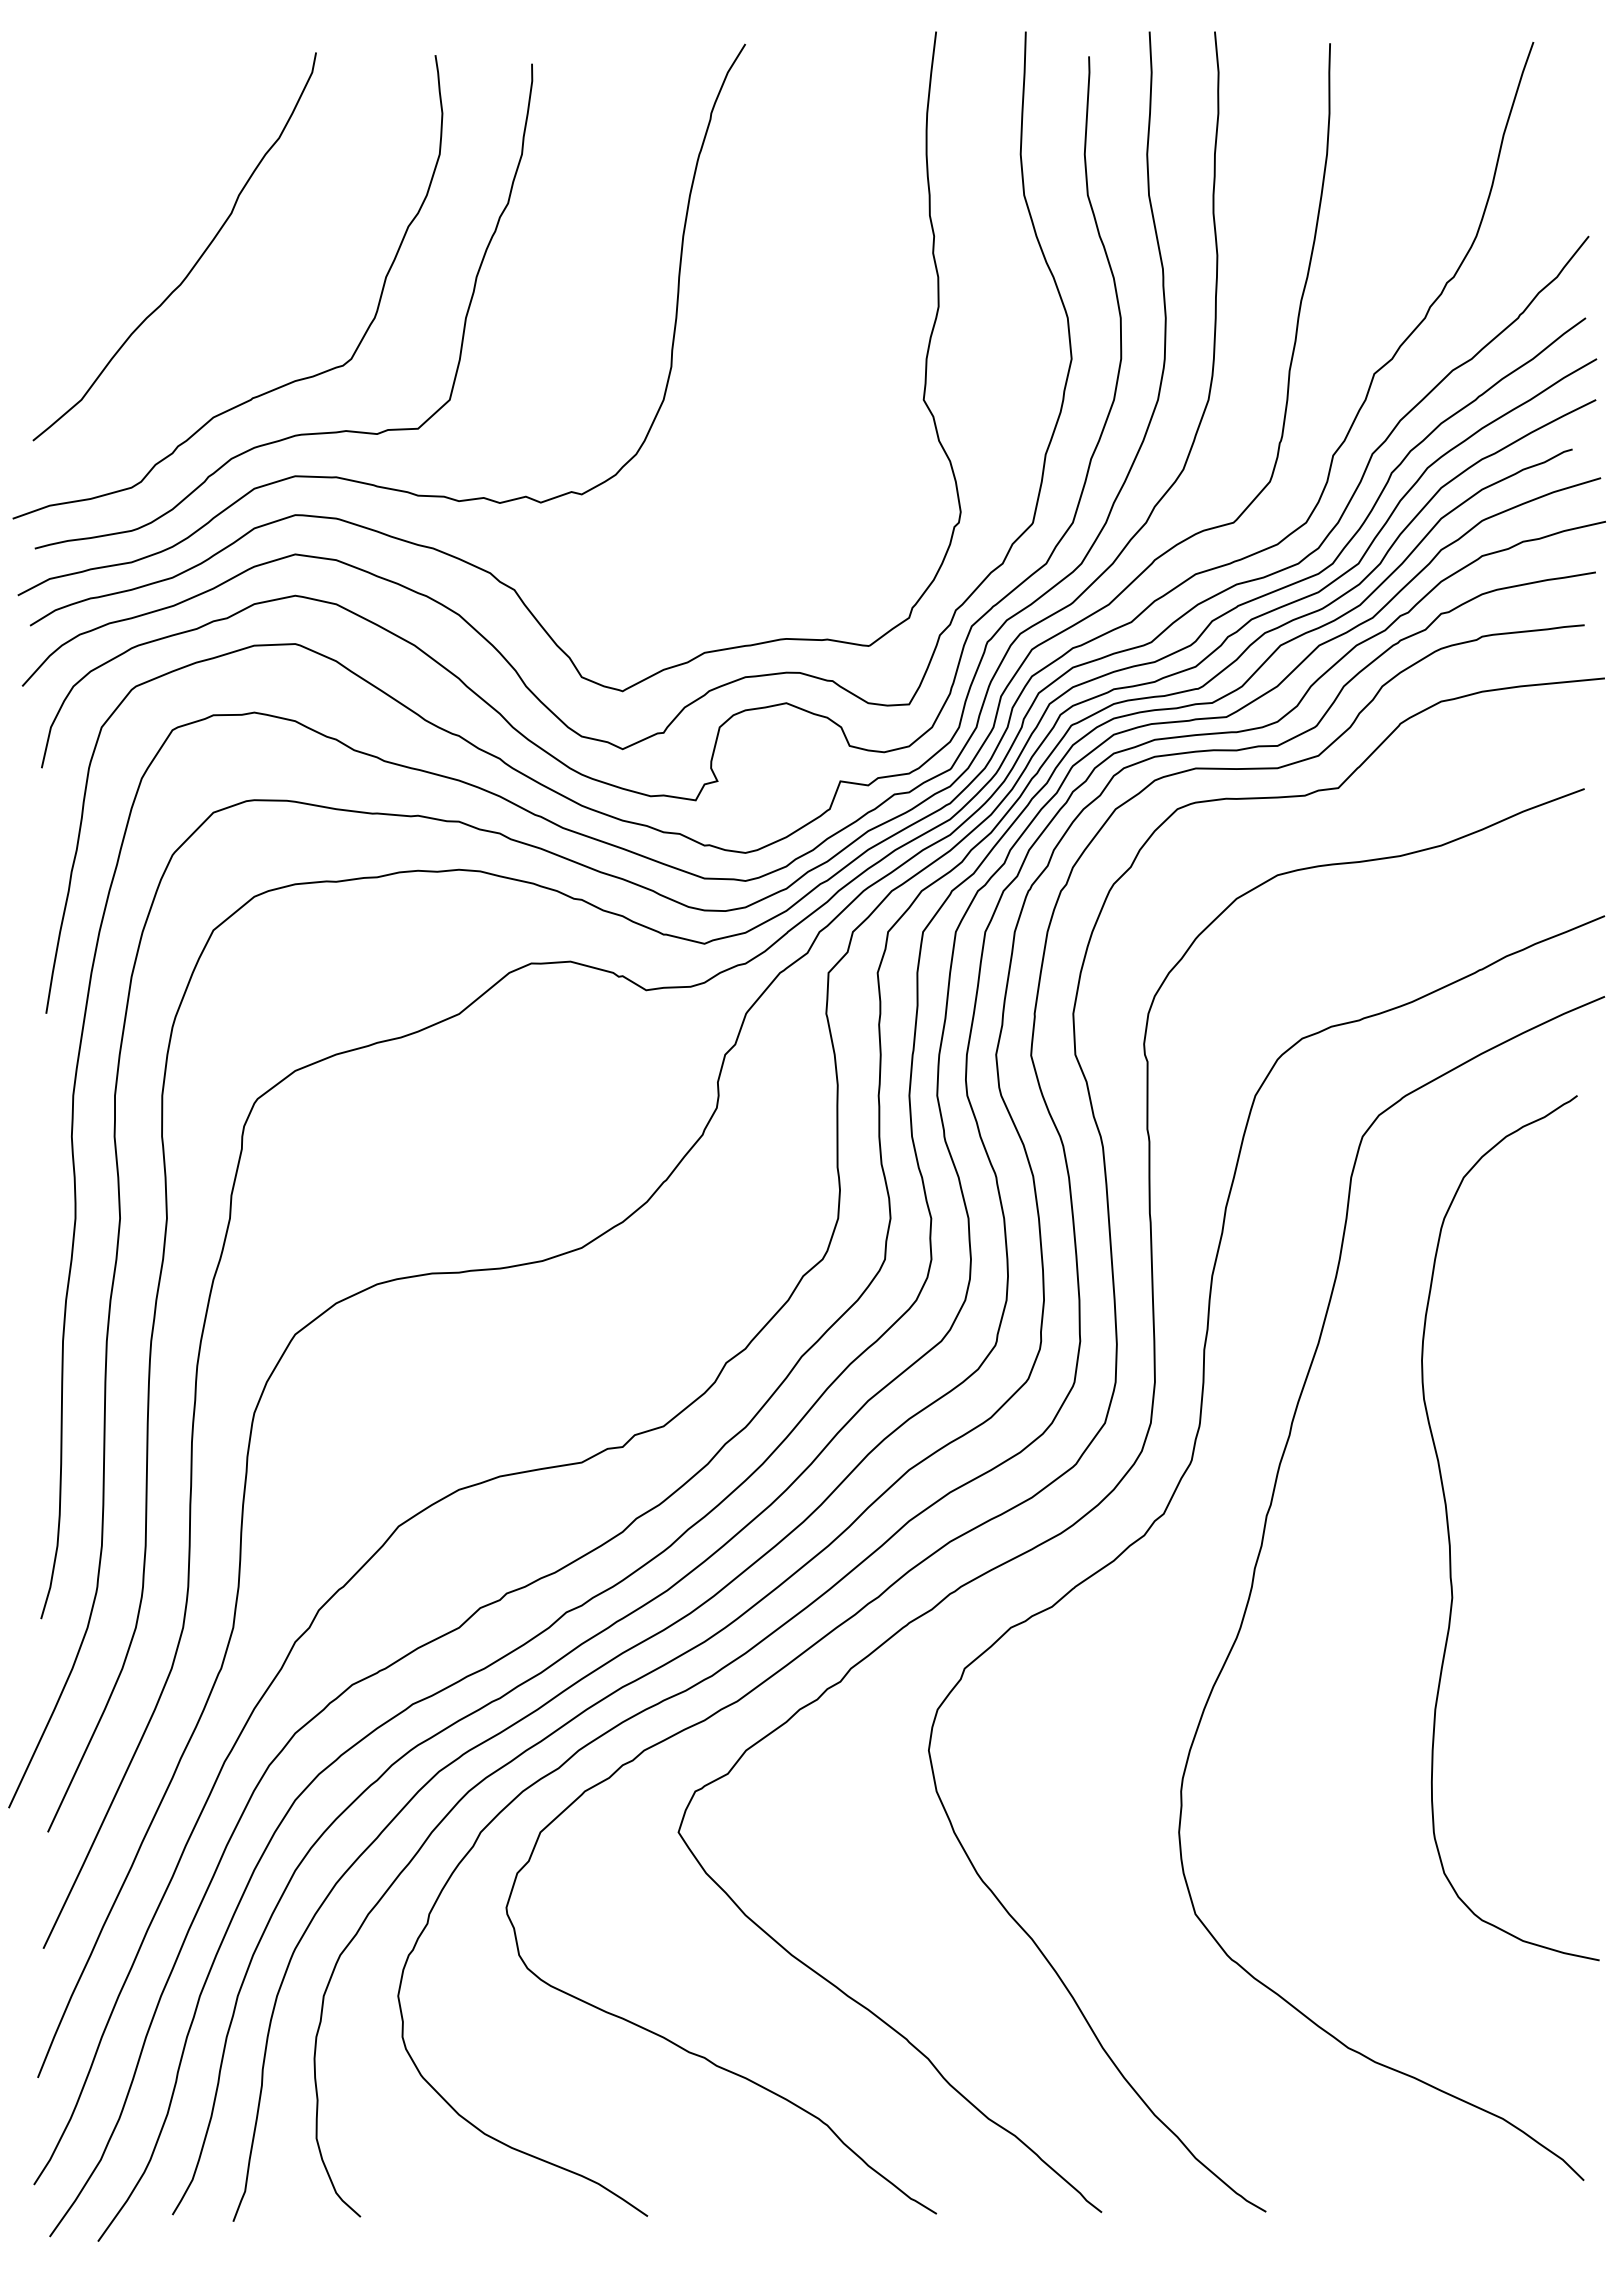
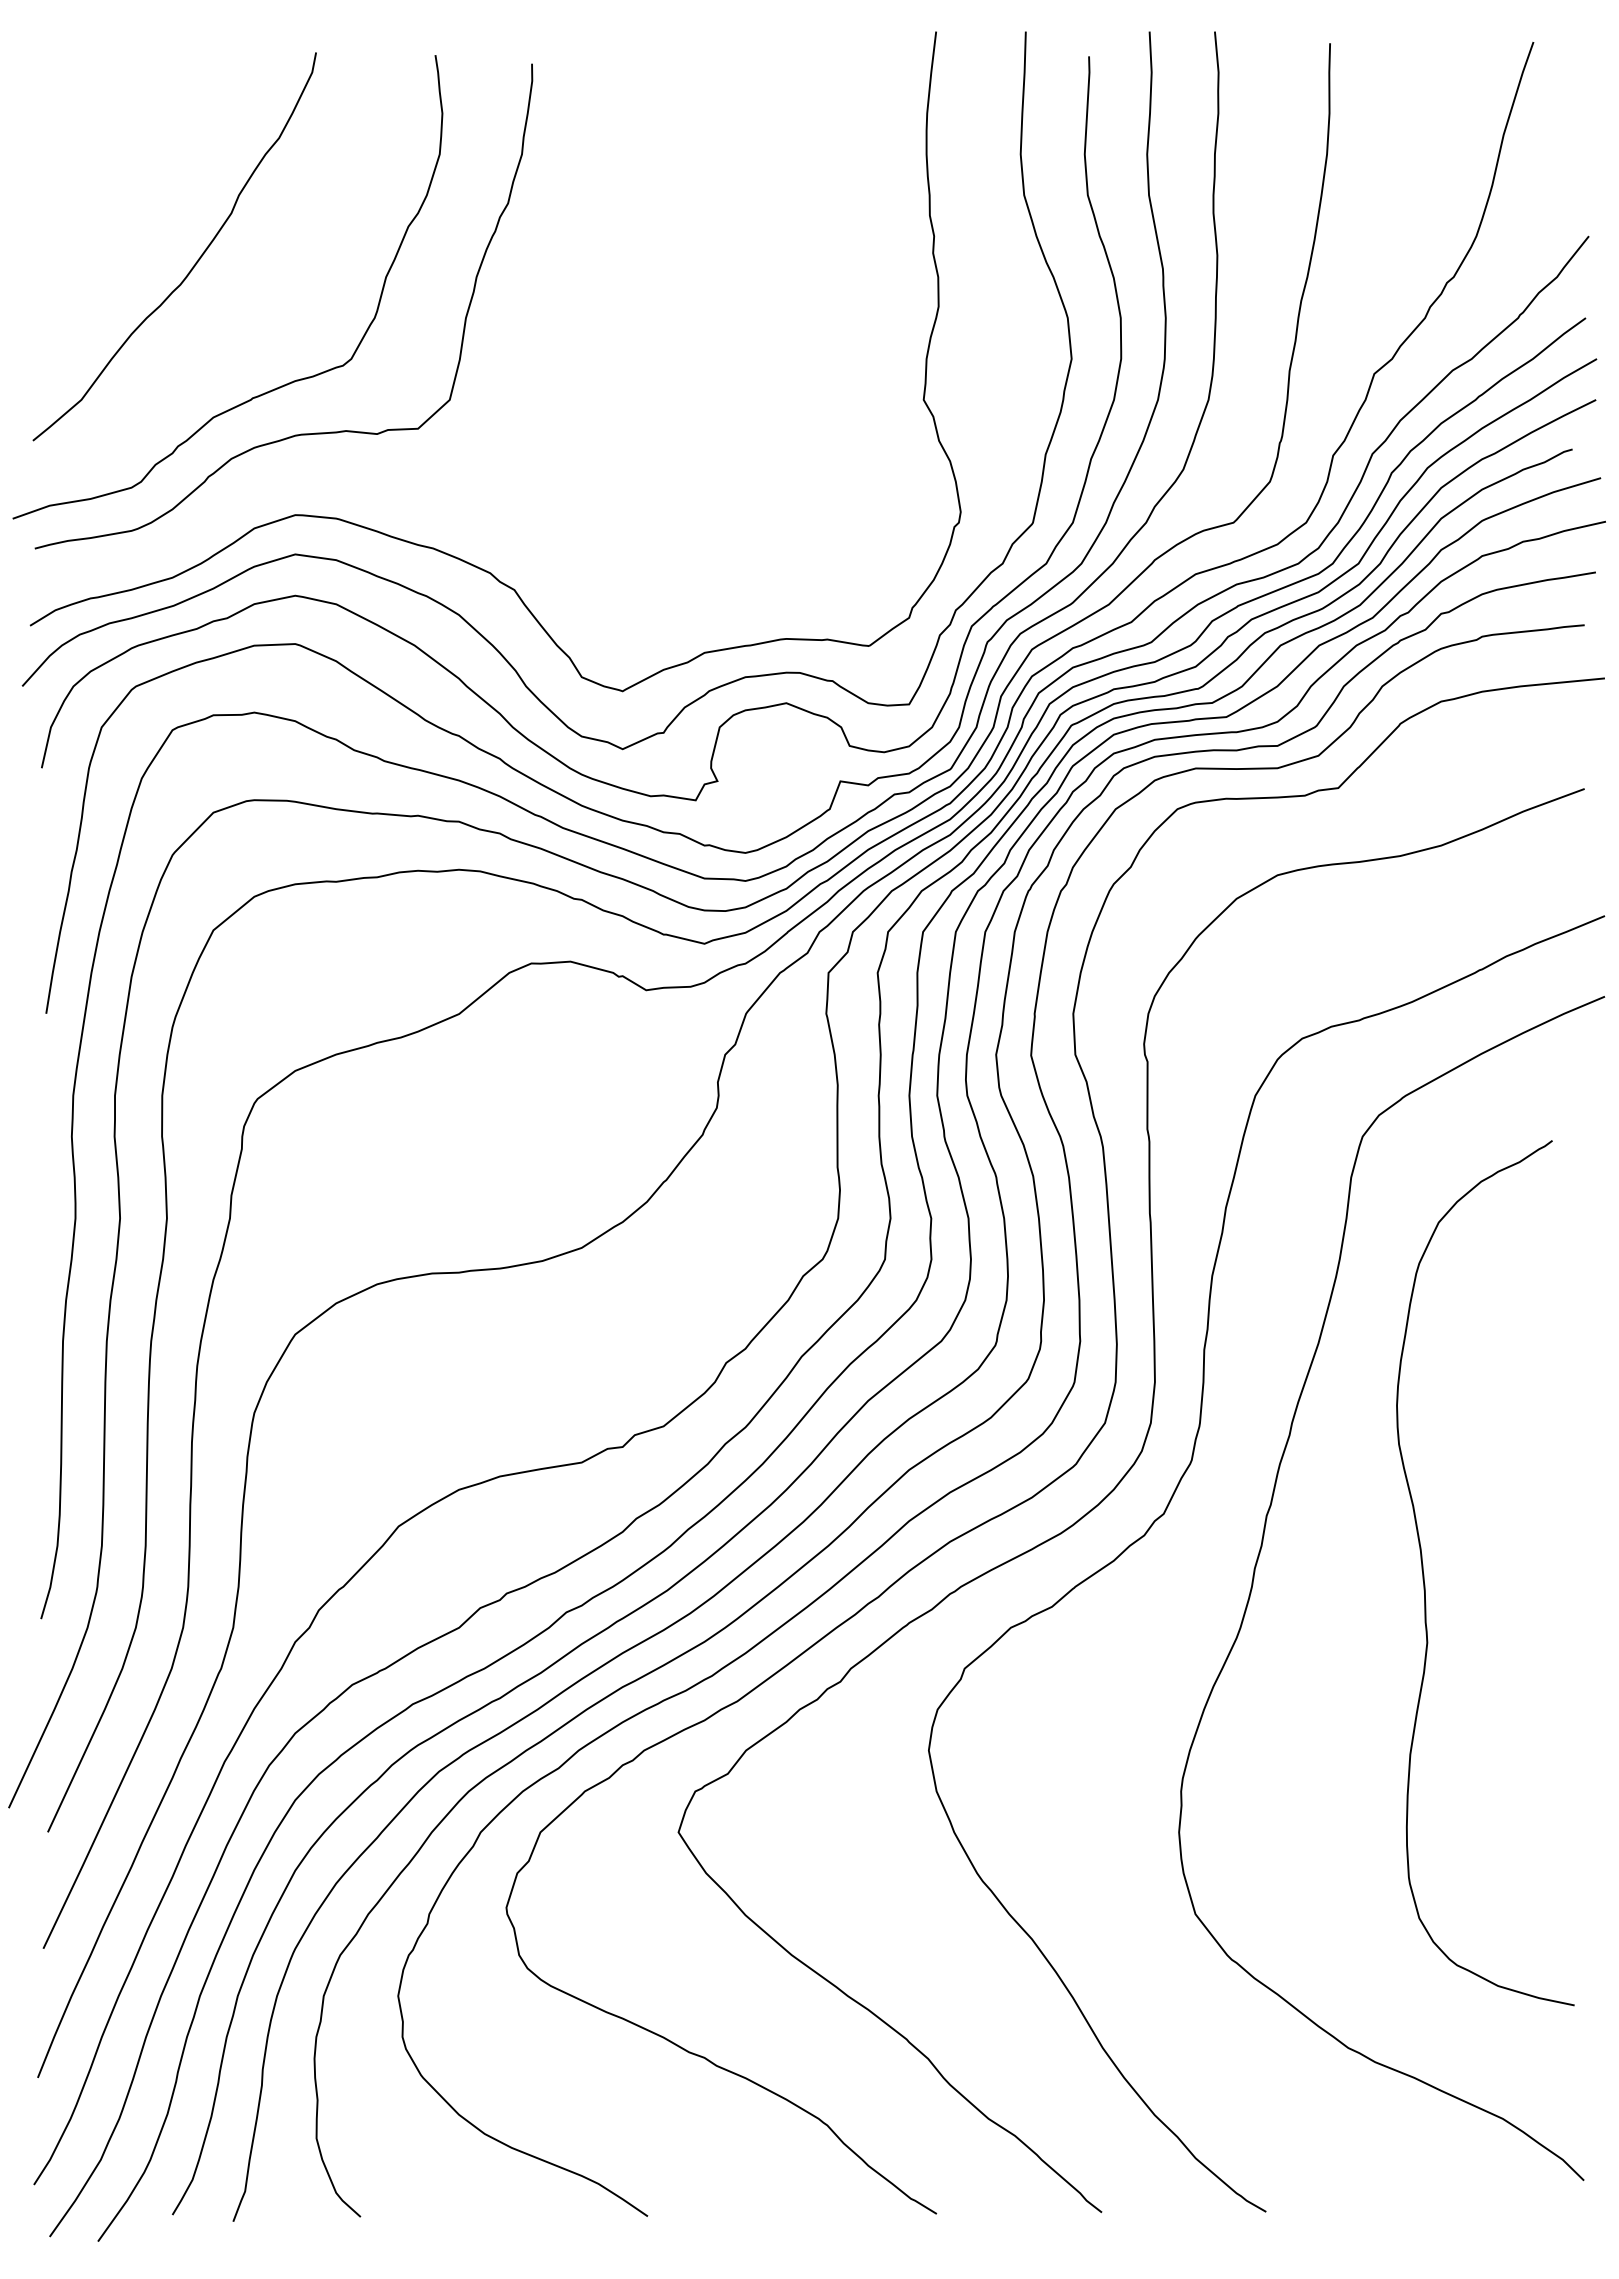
curve at (343, 477): present -> none
curve at (1450, 1539) position: (1450, 1539) -> (1425, 1584)
